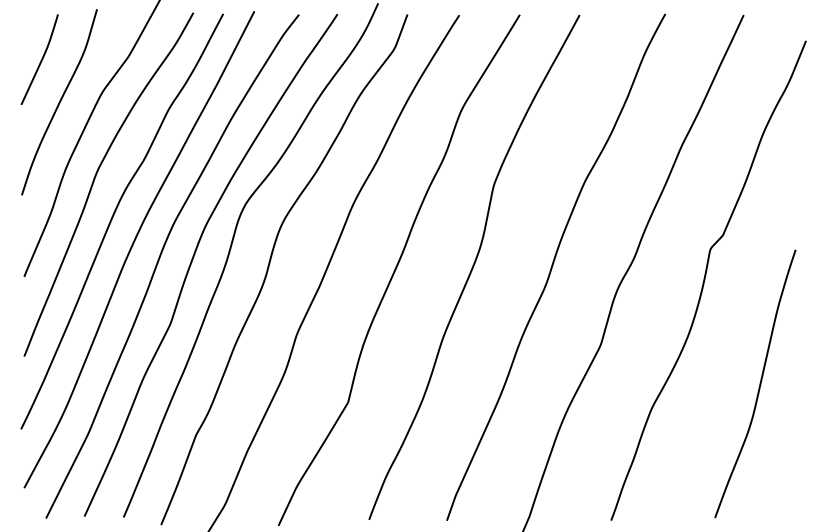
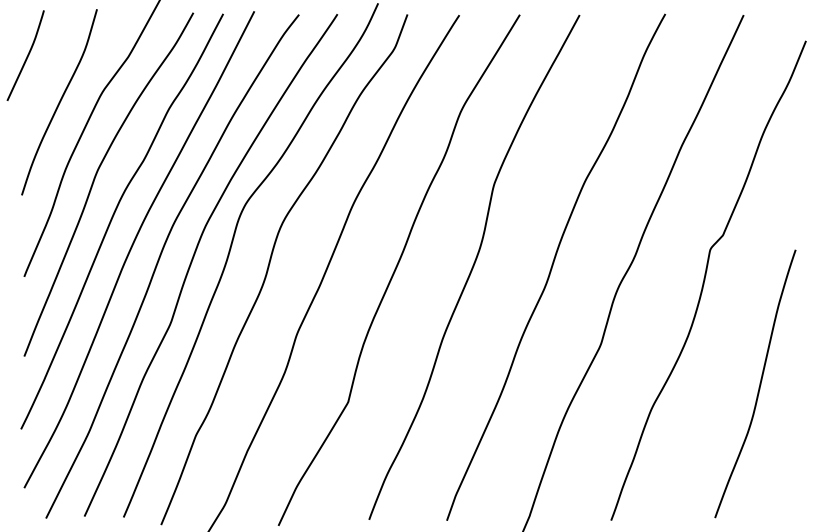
curve at (40, 60) position: (40, 60) -> (26, 56)
